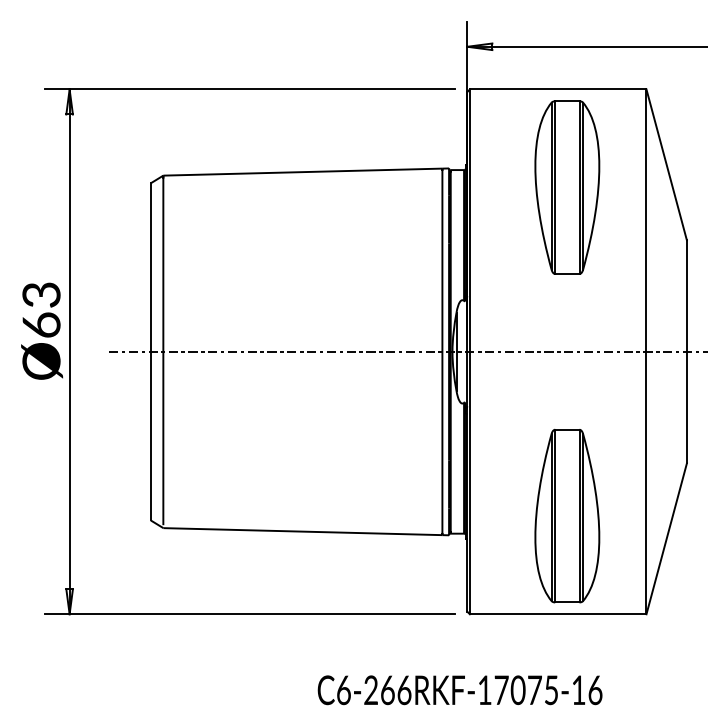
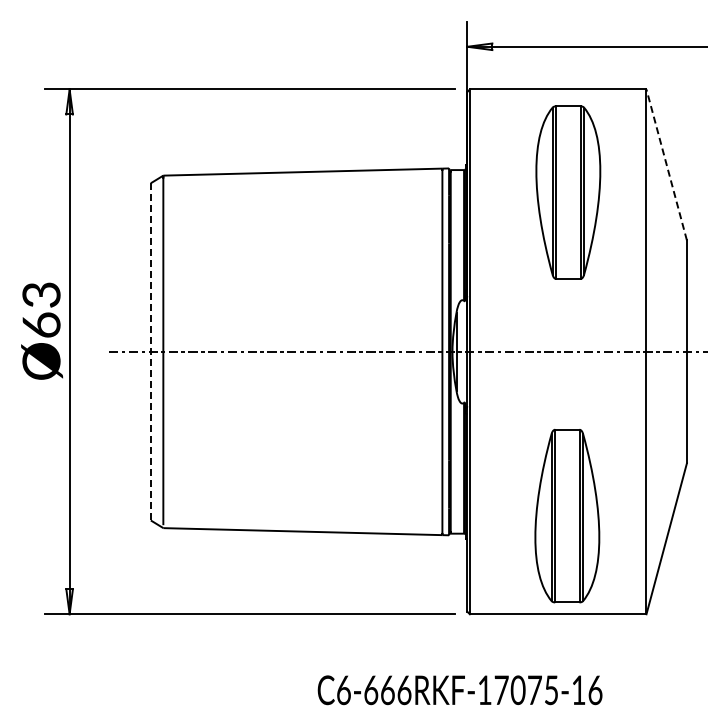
line at (666, 164): solid -> dashed
part at (567, 187) position: (567, 187) -> (568, 192)
line at (150, 351): solid -> dashed
text at (371, 690): C6-266RKF-17075-16 -> C6-666RKF-17075-16
